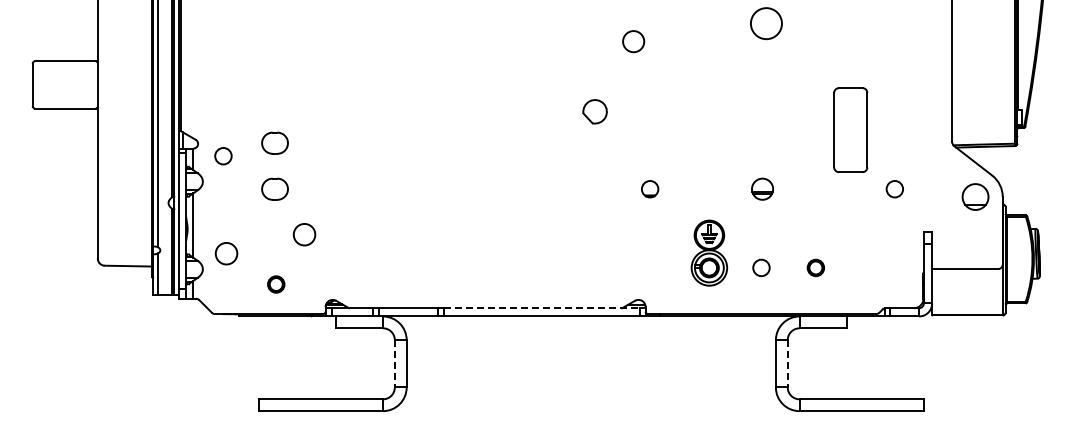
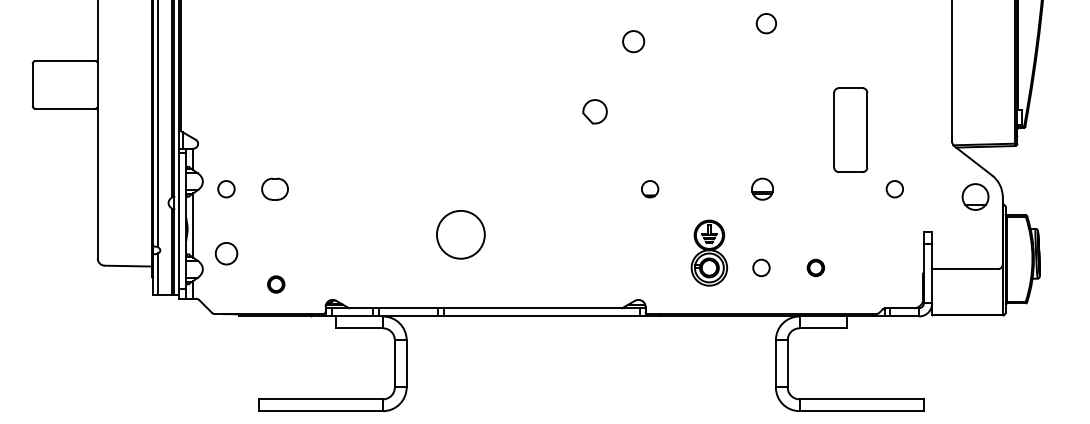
circle at (765, 23) diameter: 31 px -> 19 px
part at (274, 142): present -> none
circle at (223, 156) position: (223, 156) -> (226, 189)
circle at (304, 234): present -> none
circle at (460, 234): none -> present
line at (541, 308): dashed -> solid
line at (394, 363): dashed -> solid
line at (787, 363): dashed -> solid
